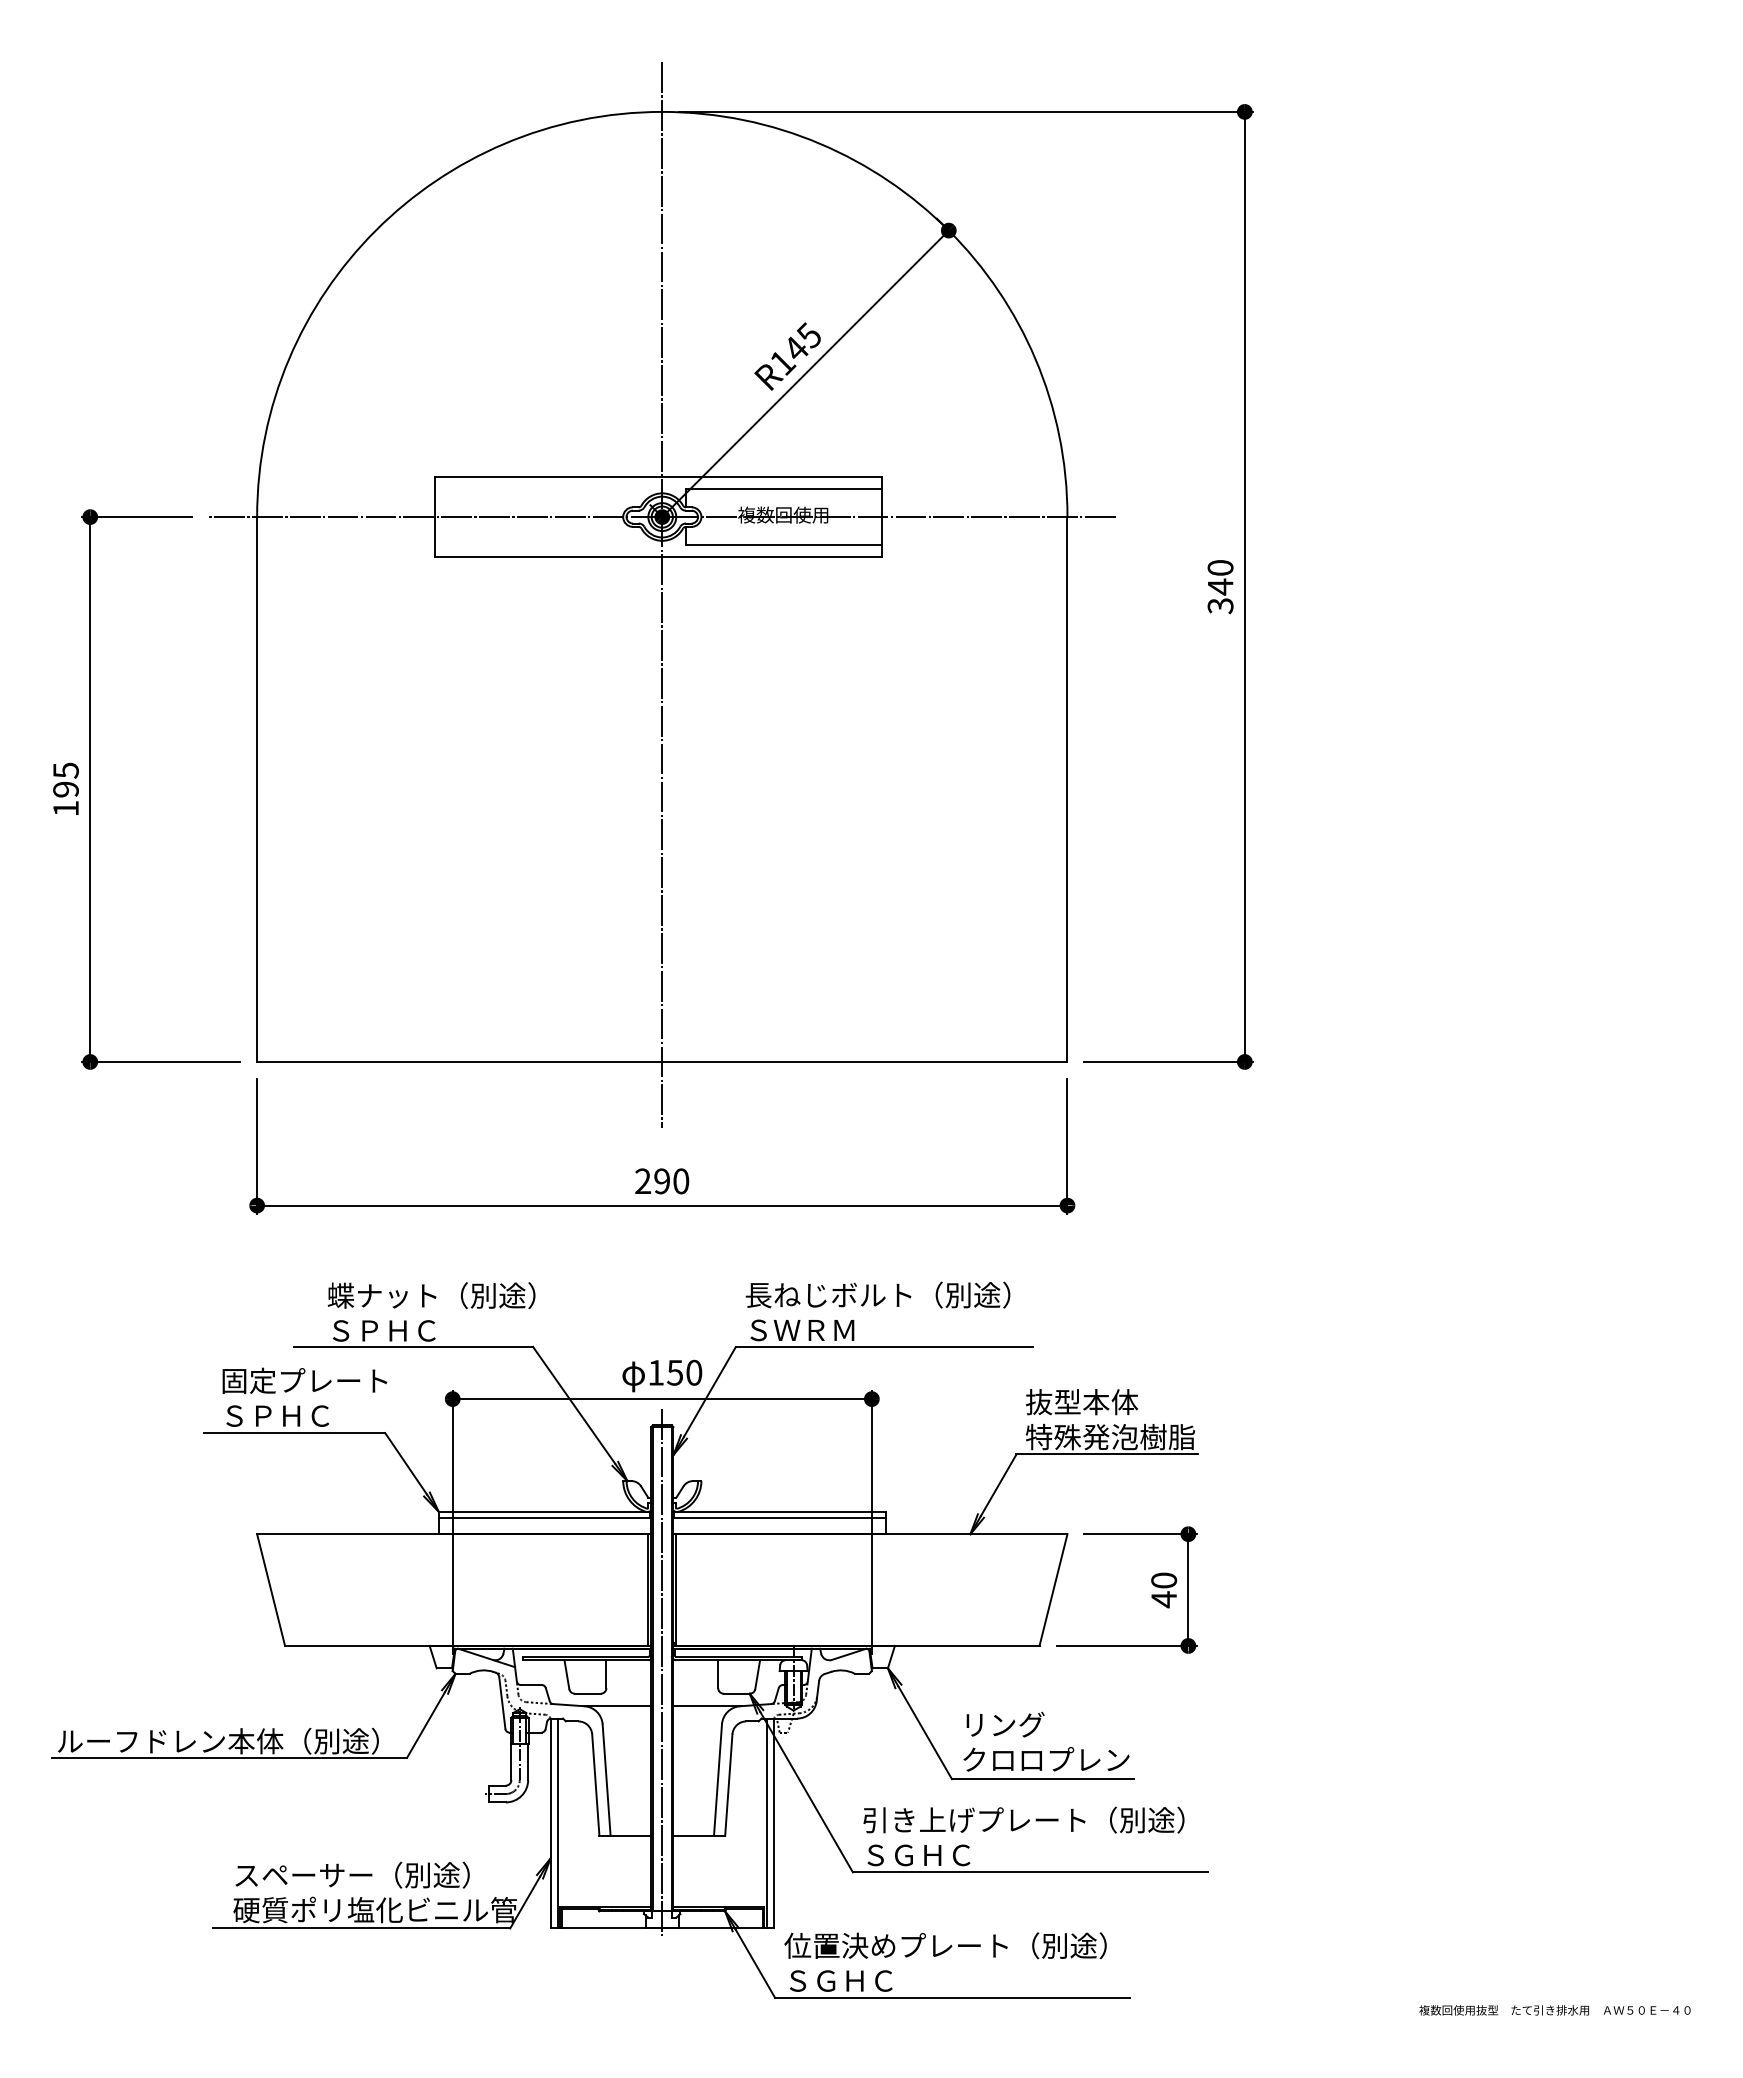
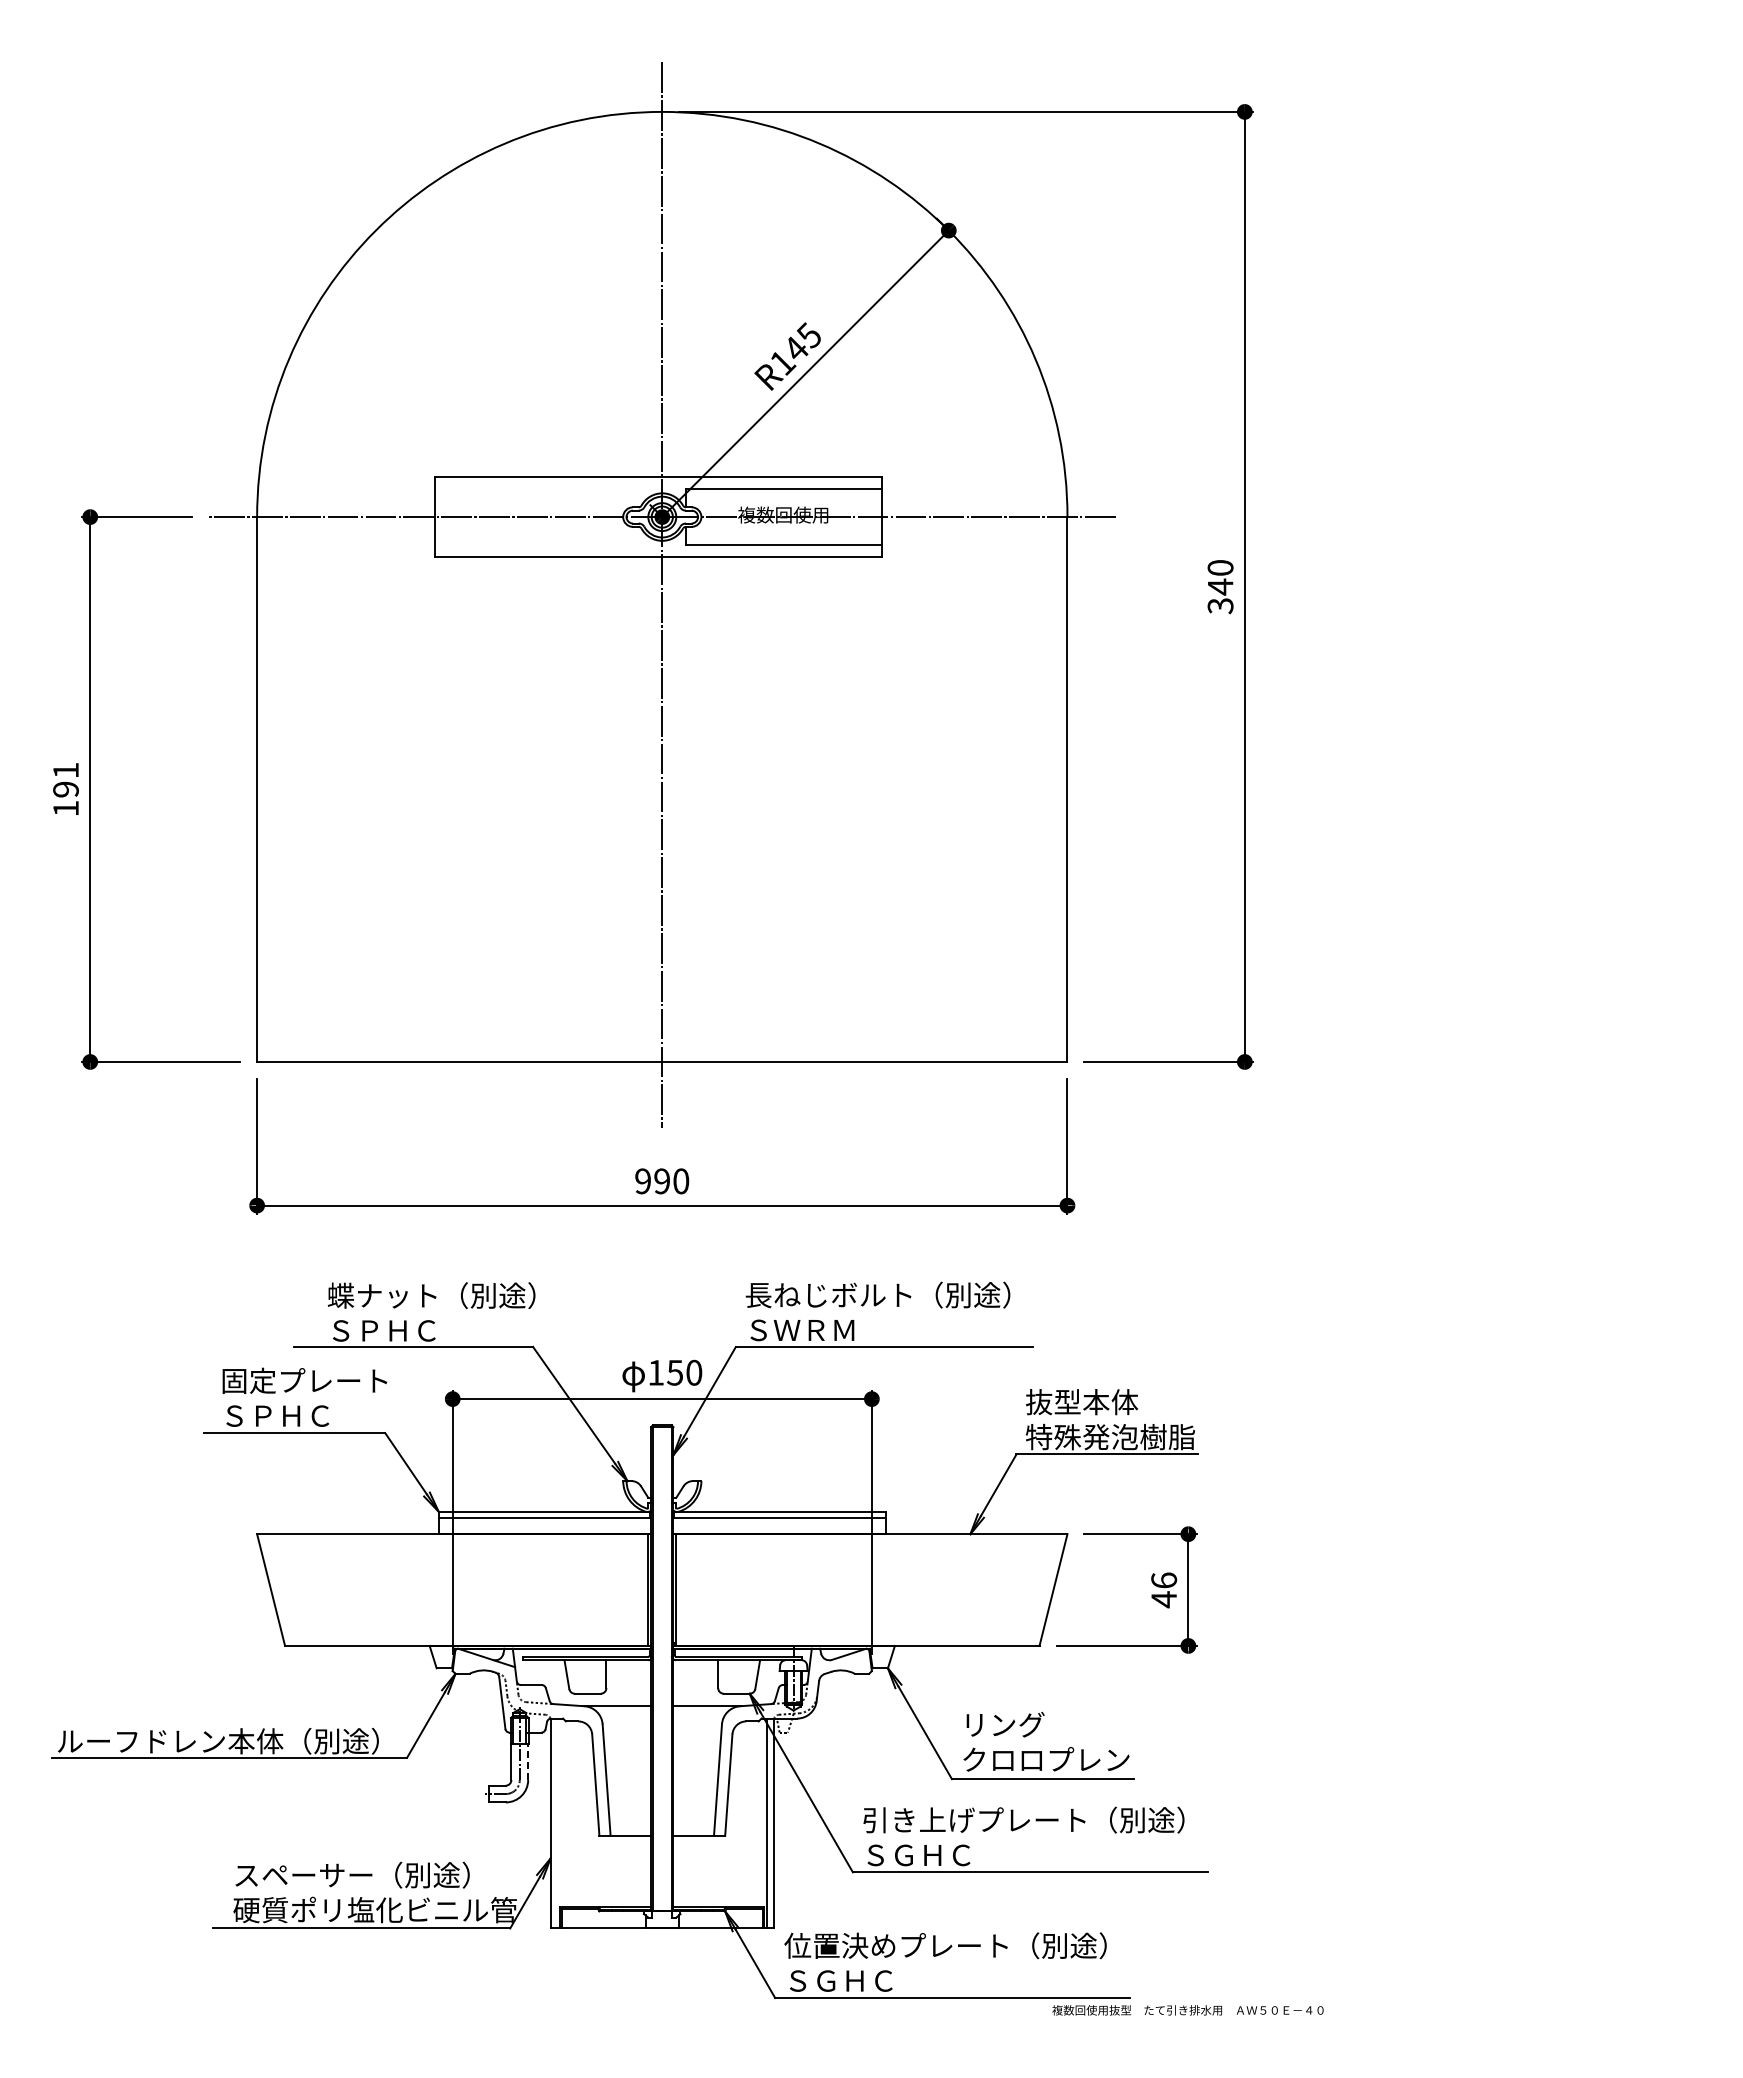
text at (65, 770): 195 -> 191
text at (642, 1181): 290 -> 990
text at (1164, 1580): 40 -> 46
line at (662, 1673): present -> none
line at (528, 1761): solid -> dashed
line at (557, 1823): present -> none
text at (1554, 2010) position: (1554, 2010) -> (1187, 2010)
